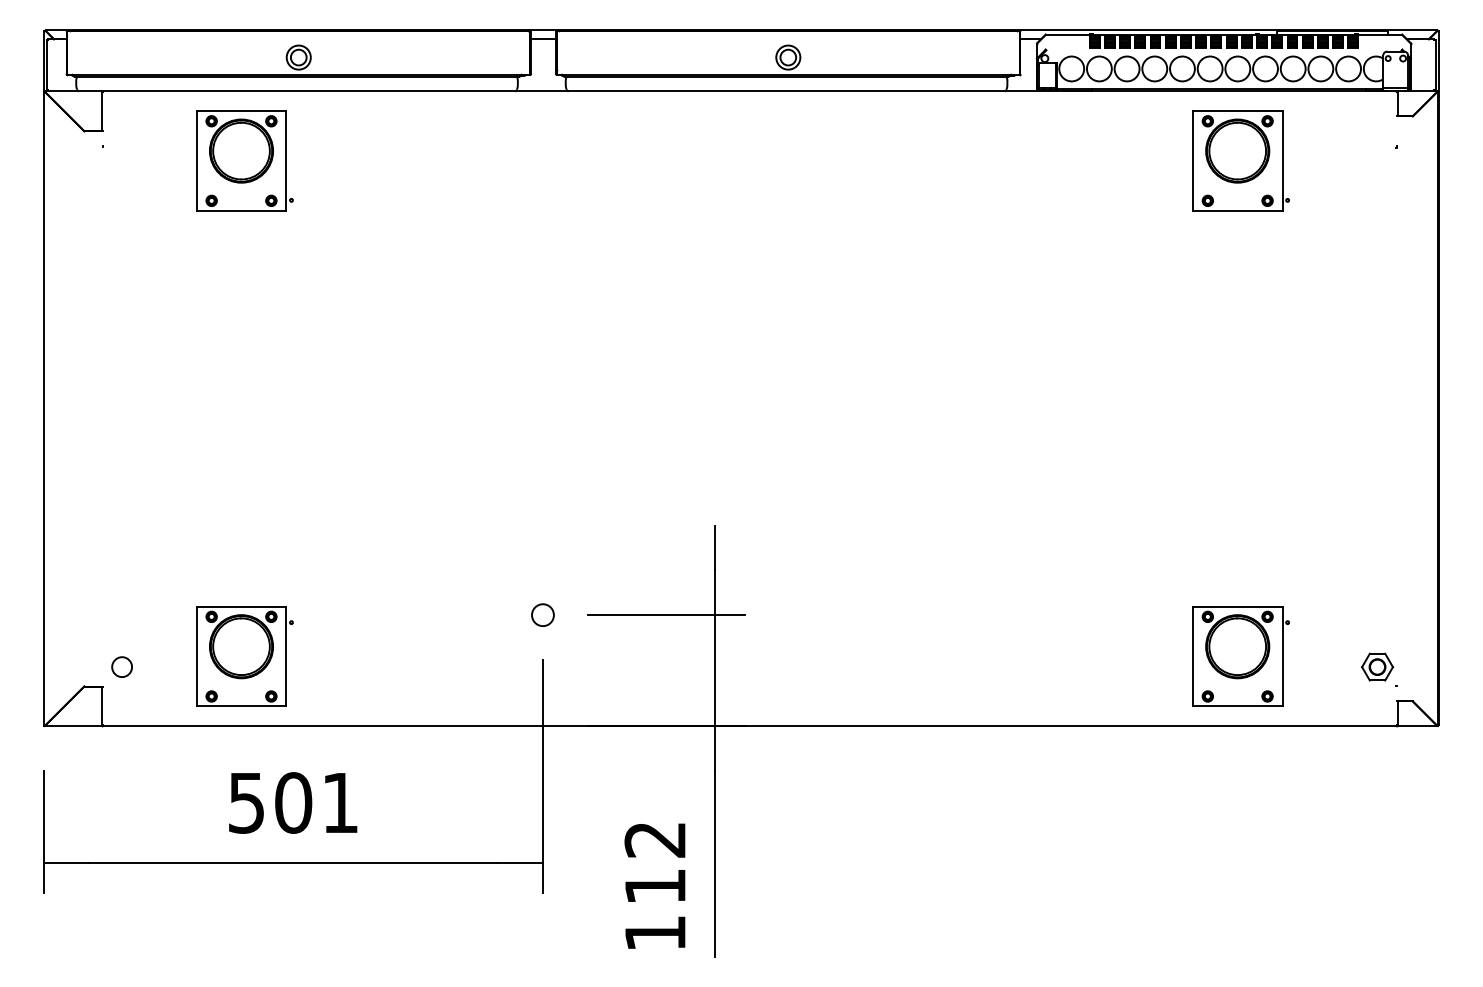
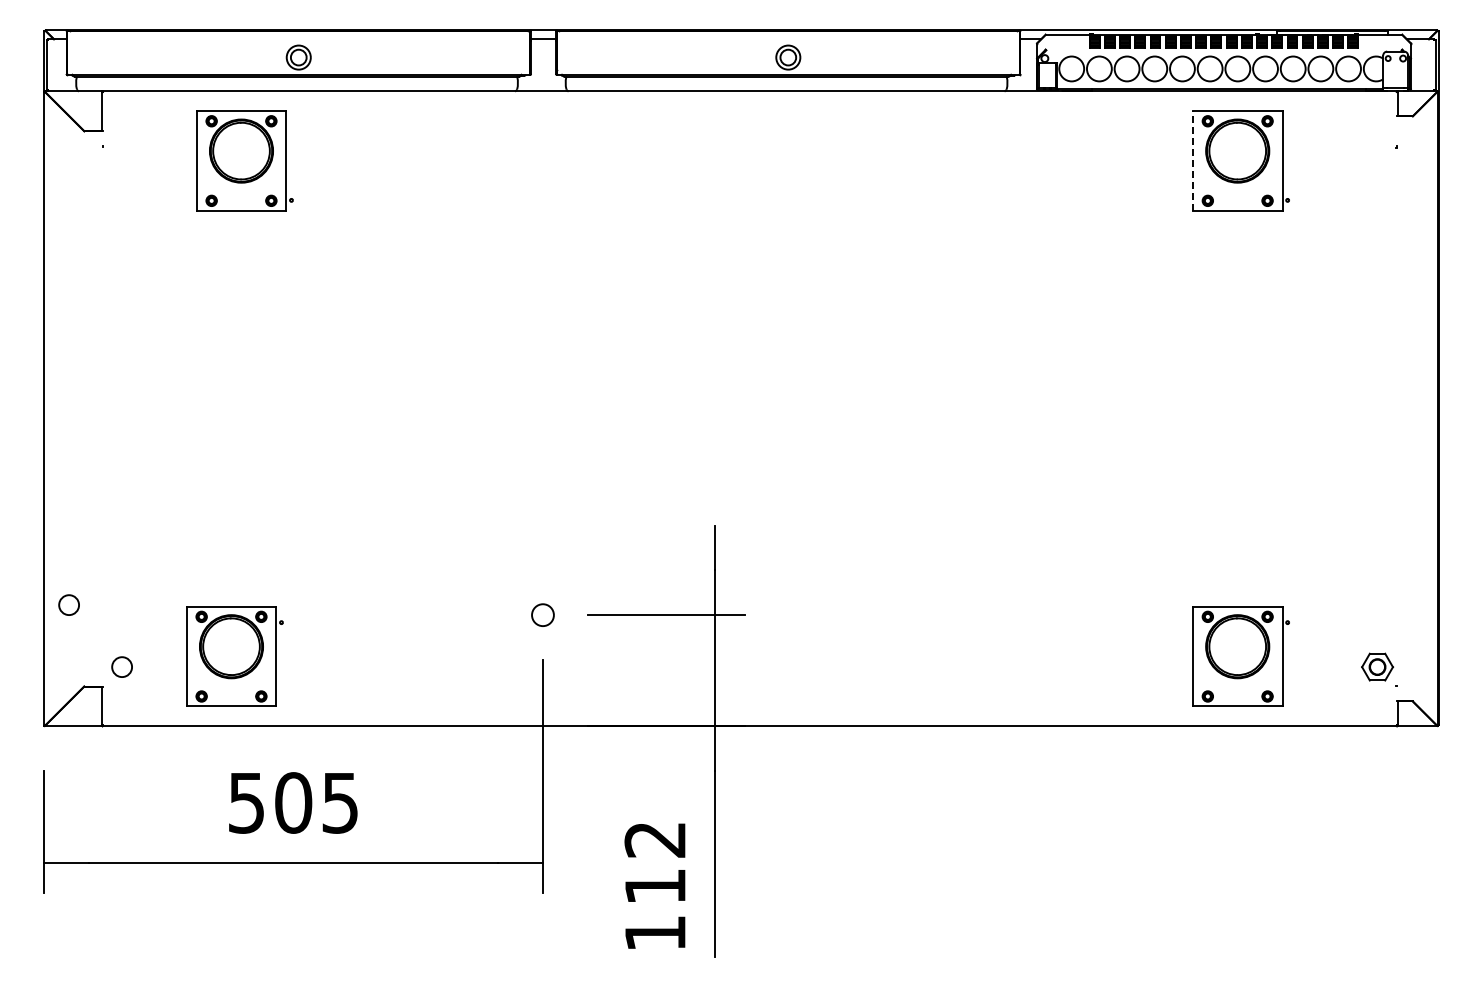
line at (1192, 161): solid -> dashed
circle at (68, 604): none -> present
part at (244, 656) position: (244, 656) -> (234, 656)
text at (339, 803): 501 -> 505
